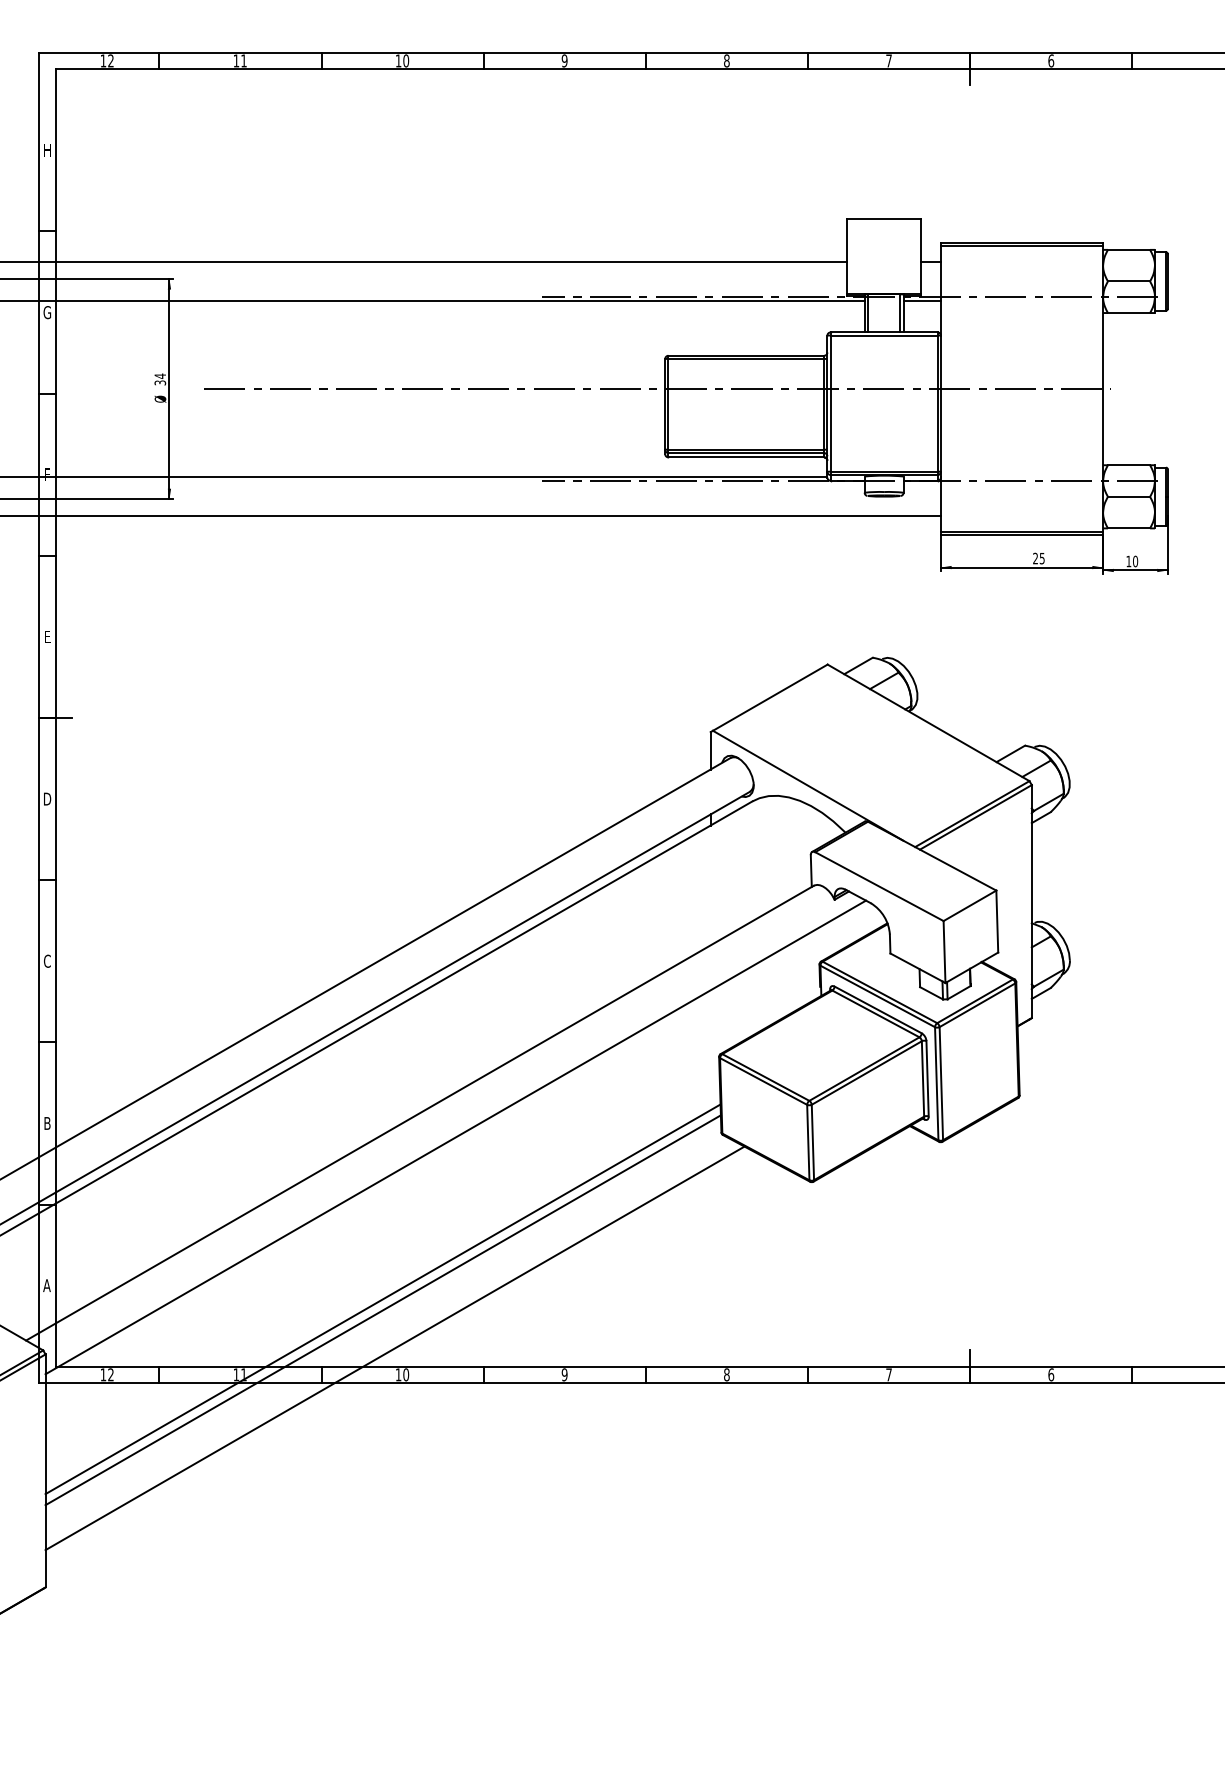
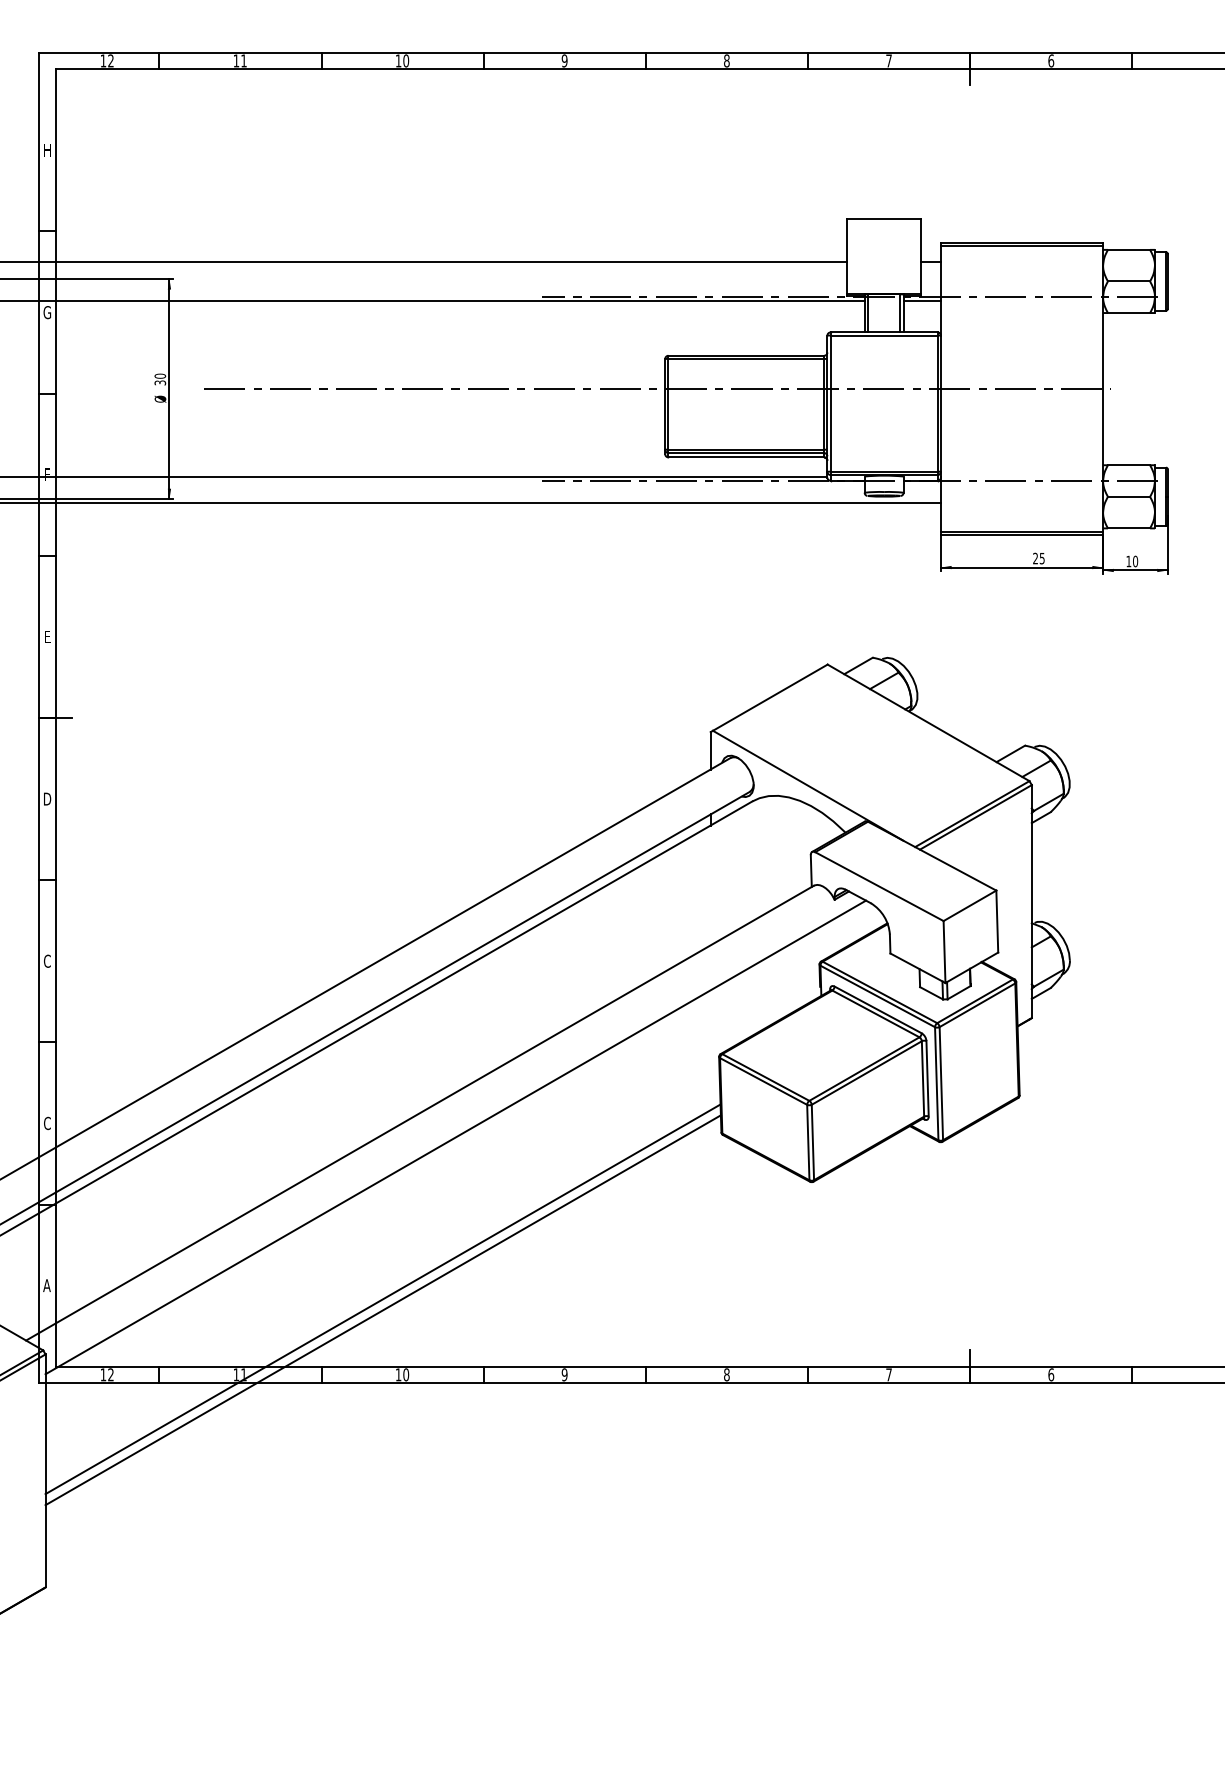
text at (160, 375): 34 -> 30
line at (471, 516) position: (471, 516) -> (471, 503)
text at (47, 1123): B -> C
line at (394, 1348): present -> none
